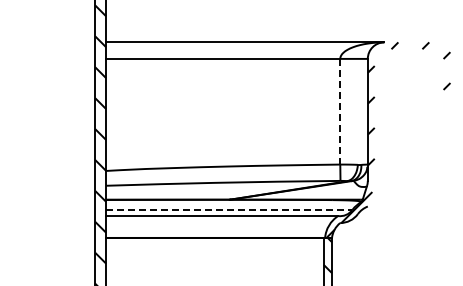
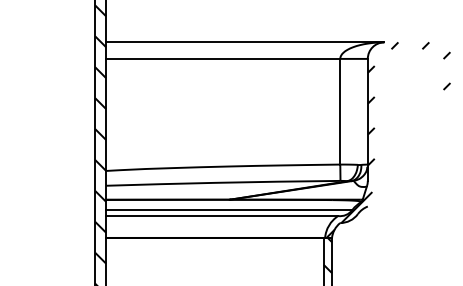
line at (340, 111): dashed -> solid
line at (229, 210): dashed -> solid
